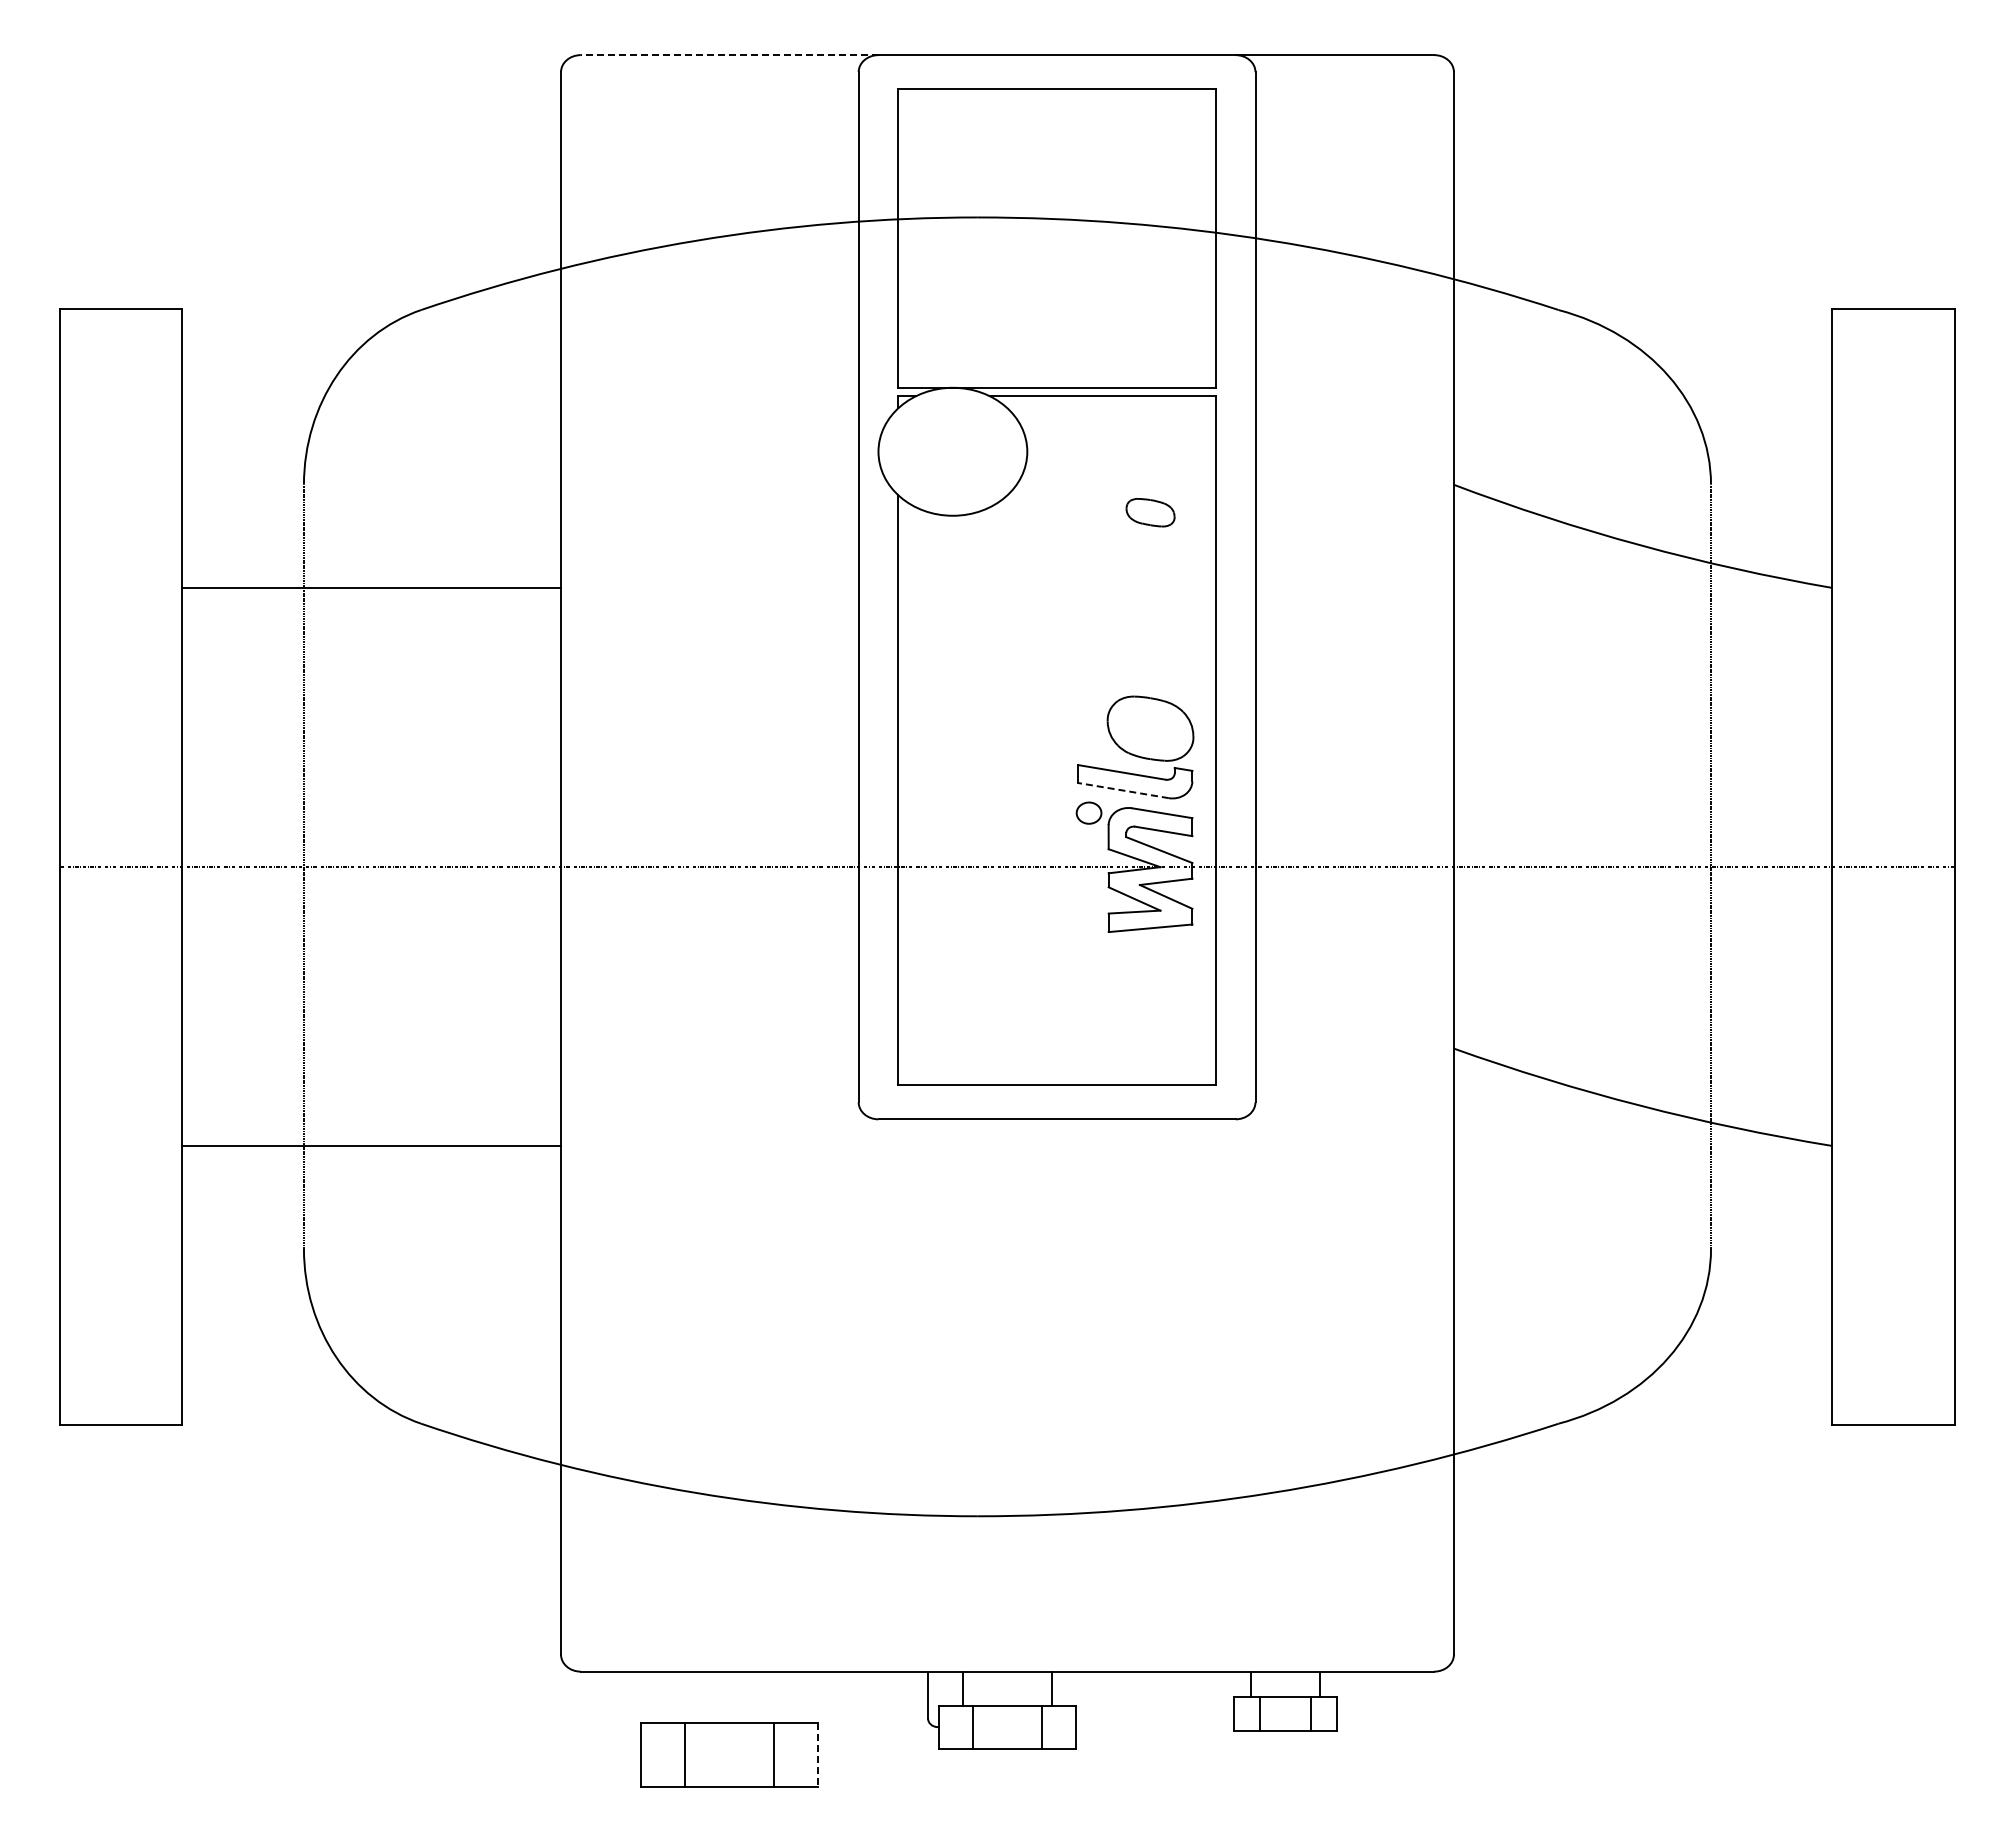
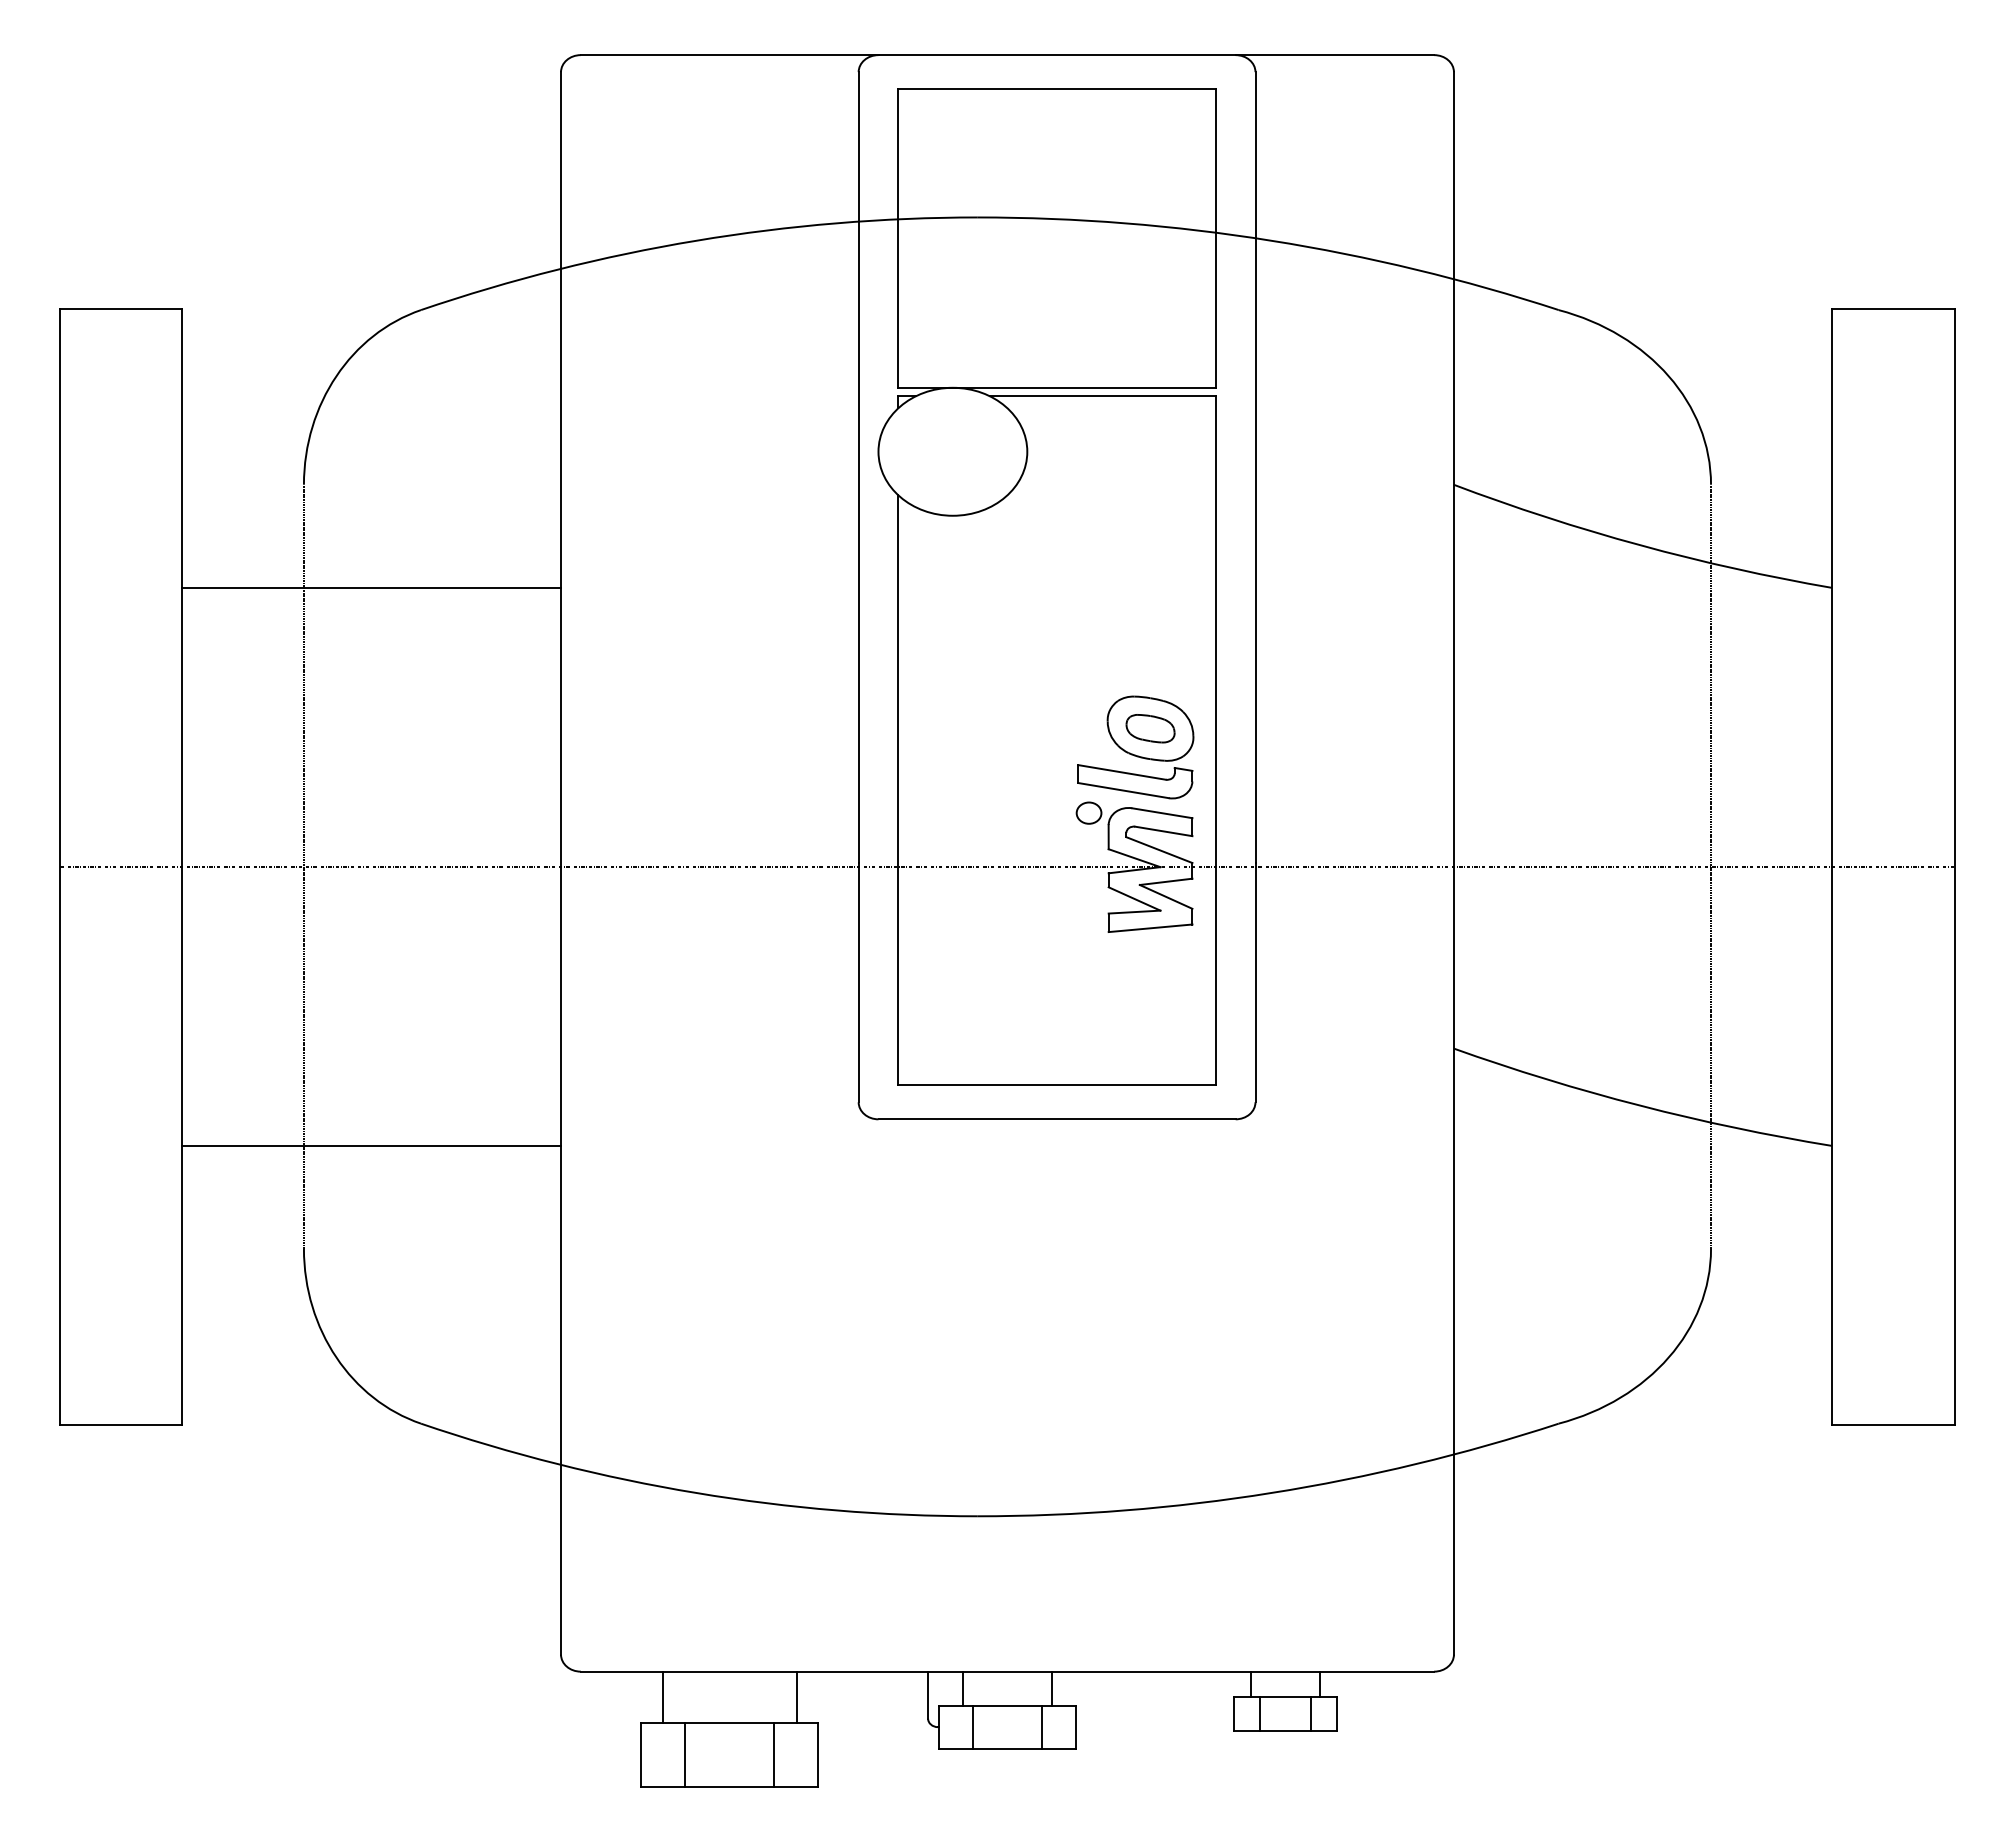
line at (729, 55): dashed -> solid
part at (1150, 512) position: (1150, 512) -> (1150, 728)
line at (1123, 790): dashed -> solid
line at (662, 1696): none -> present
line at (796, 1696): none -> present
line at (818, 1754): dashed -> solid
